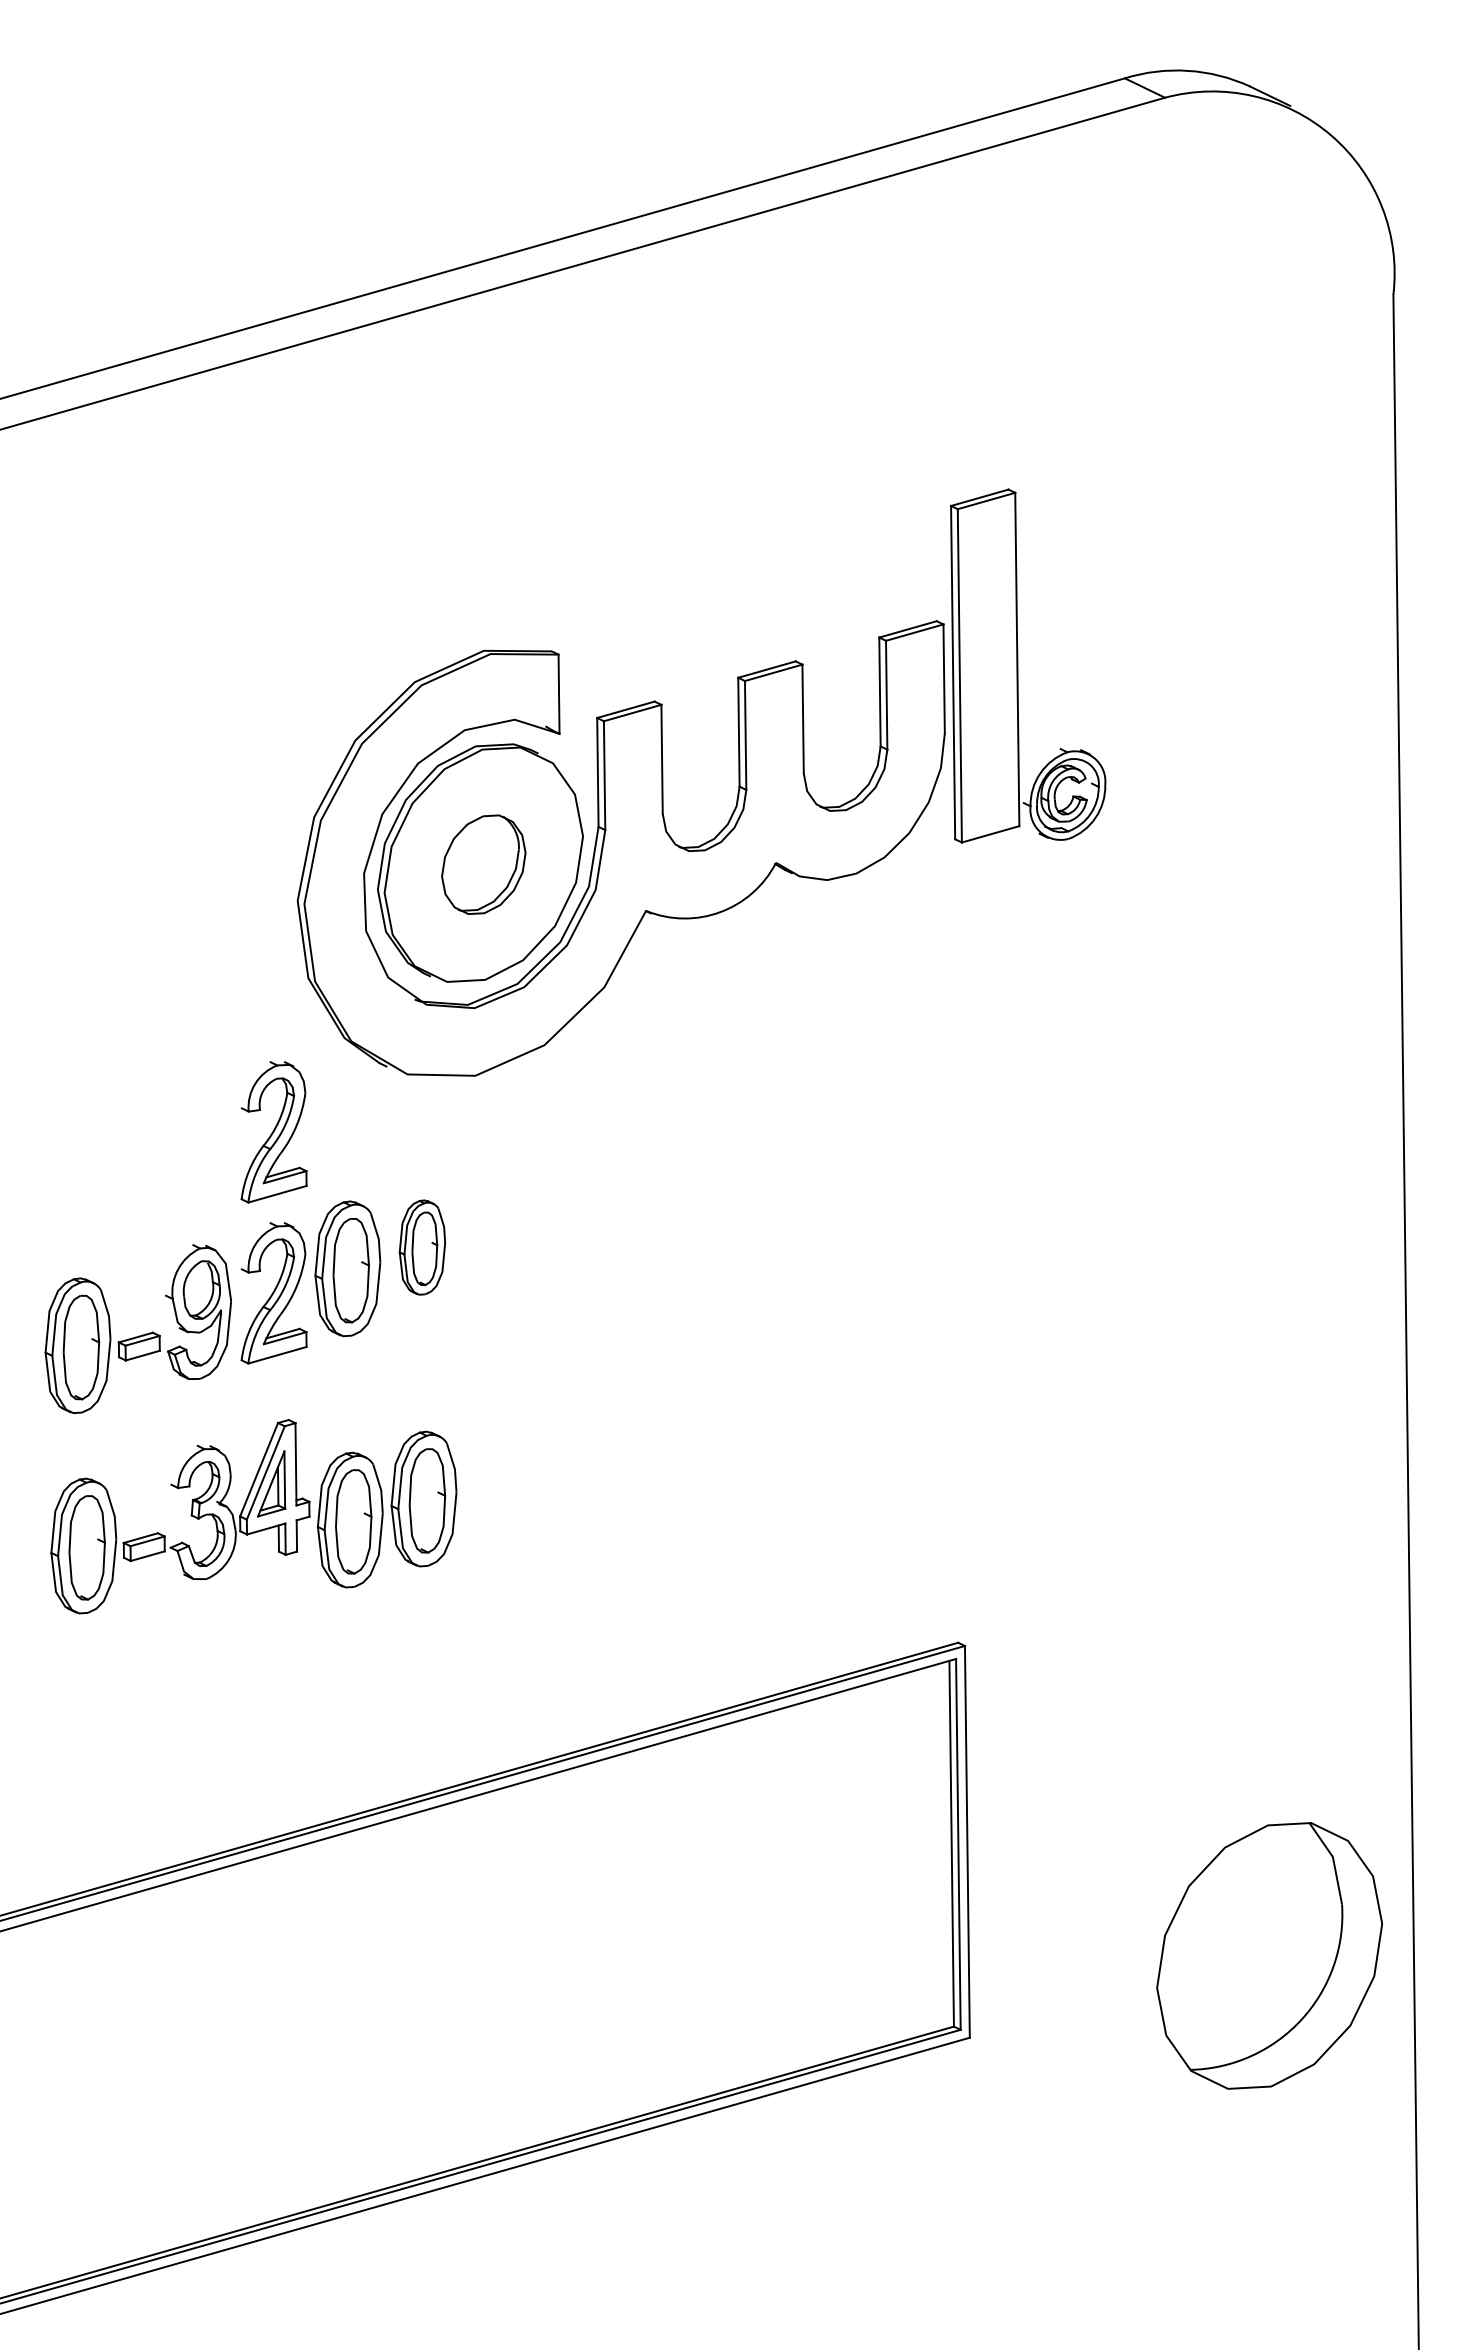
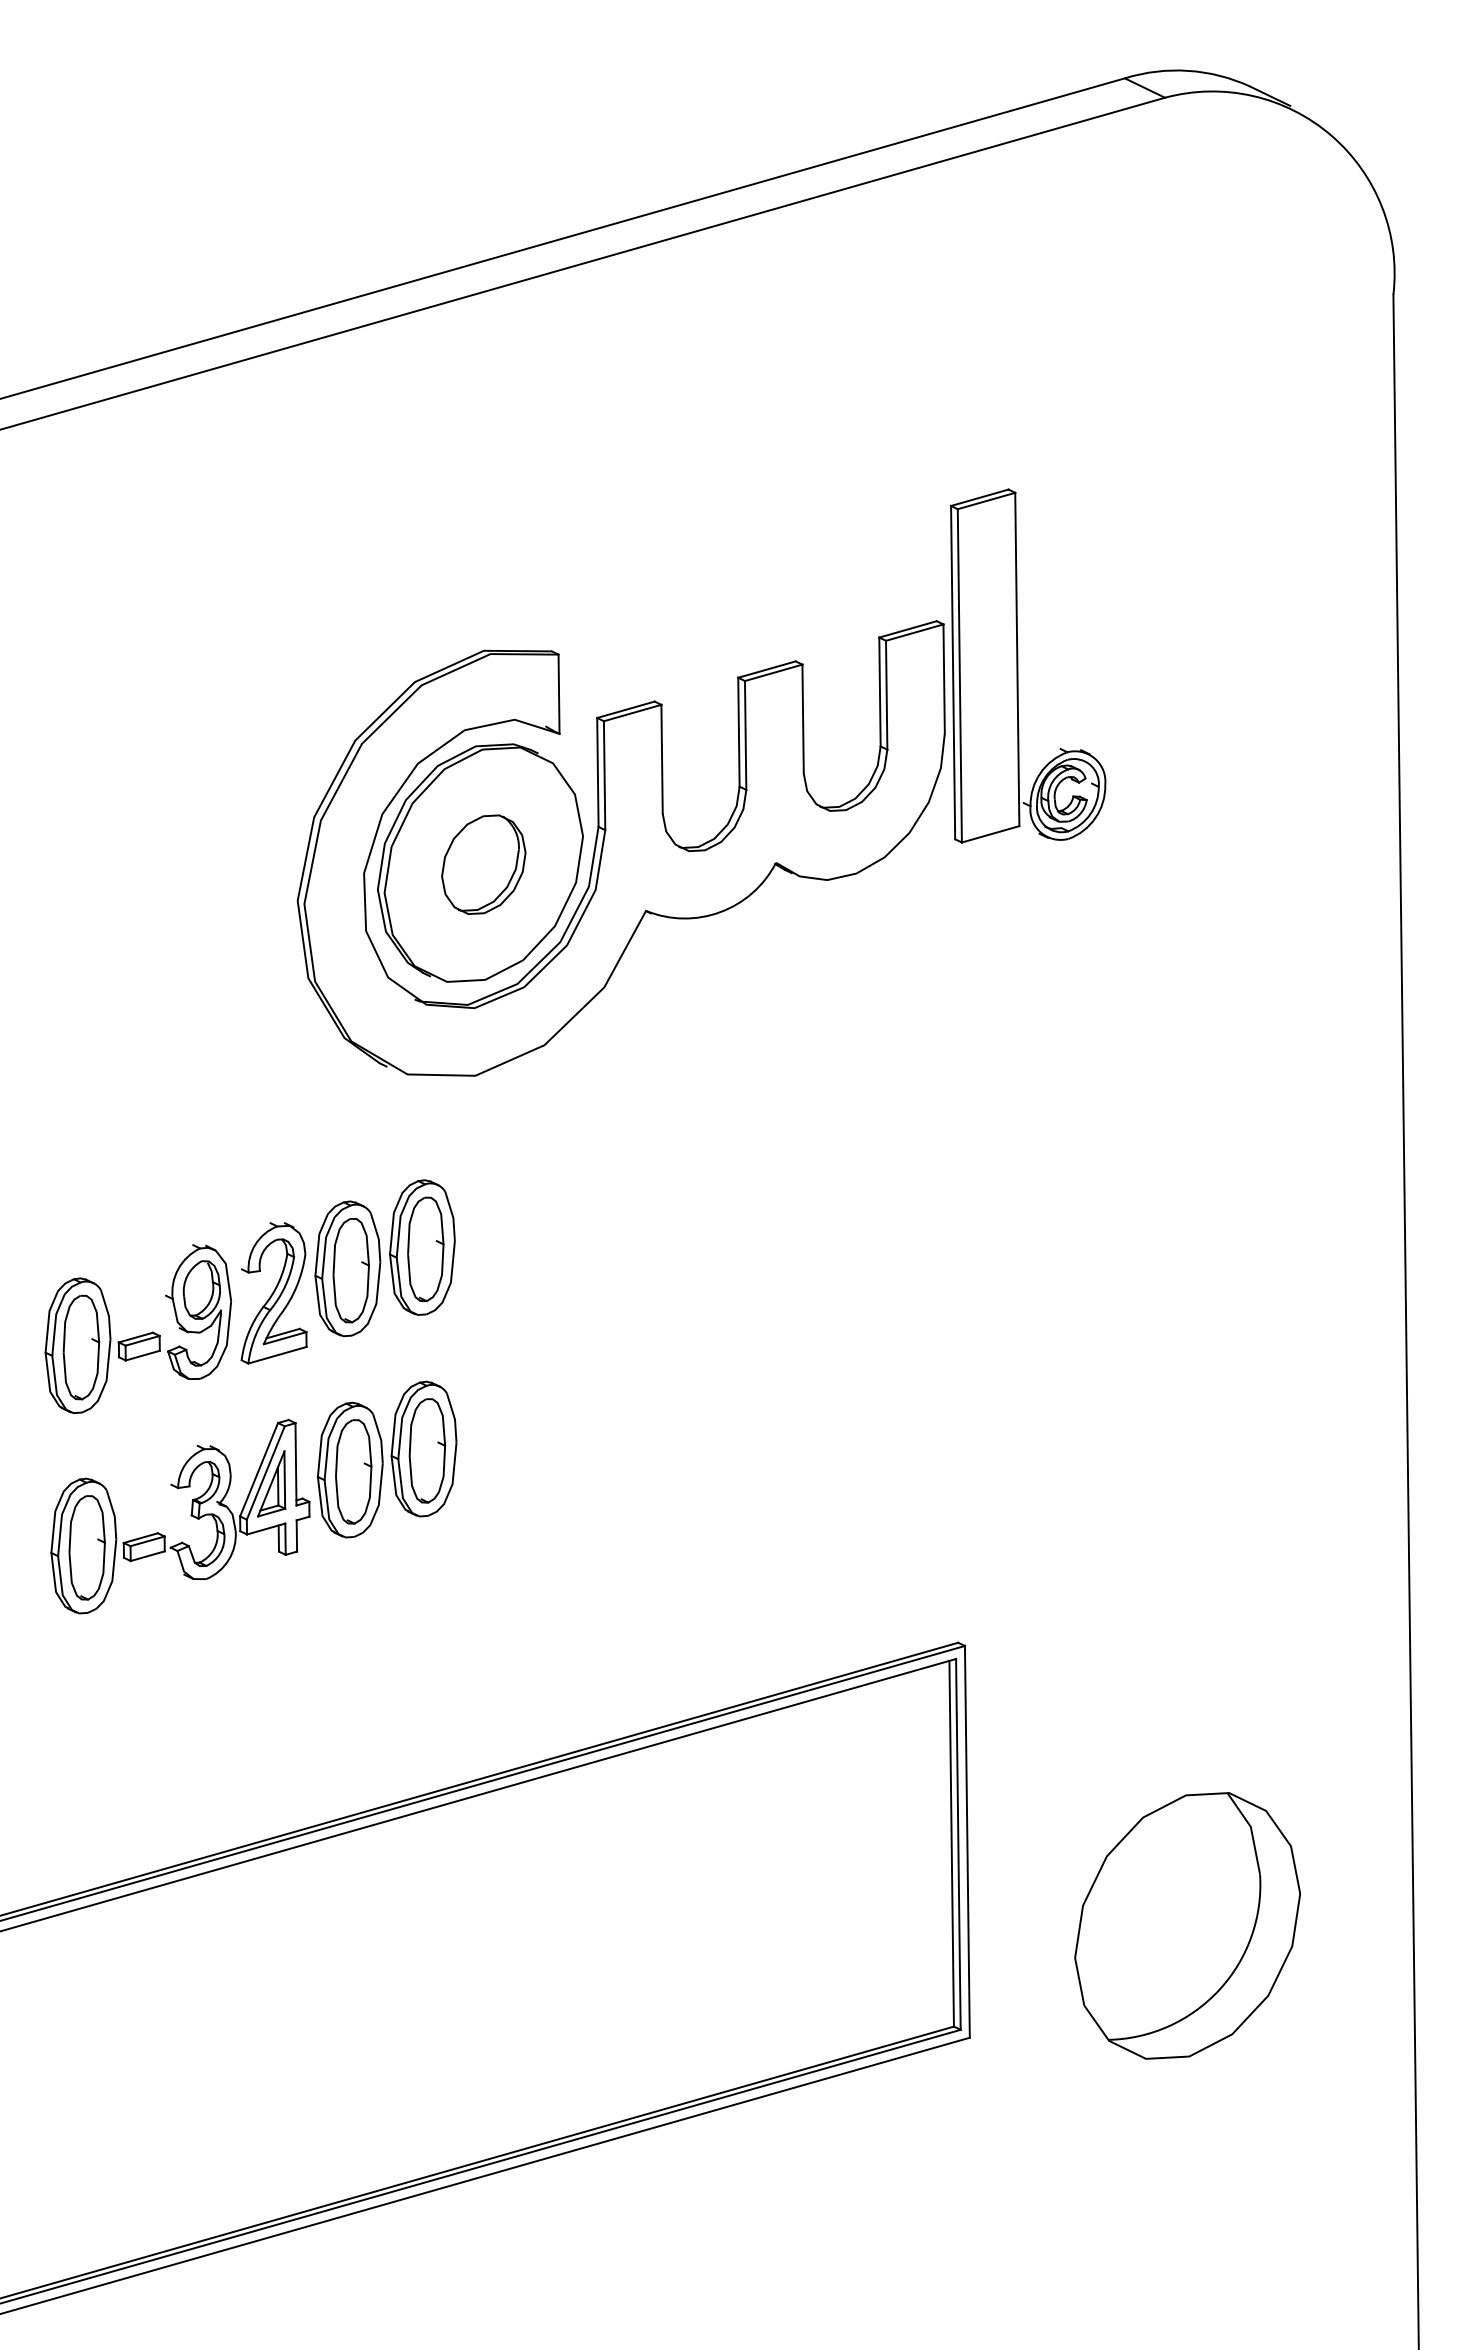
part at (273, 1132): present -> none
part at (421, 1247) size: 48x97 px -> 67x137 px
part at (386, 1509) position: (386, 1509) -> (386, 1459)
part at (1269, 1955) position: (1269, 1955) -> (1187, 1925)
